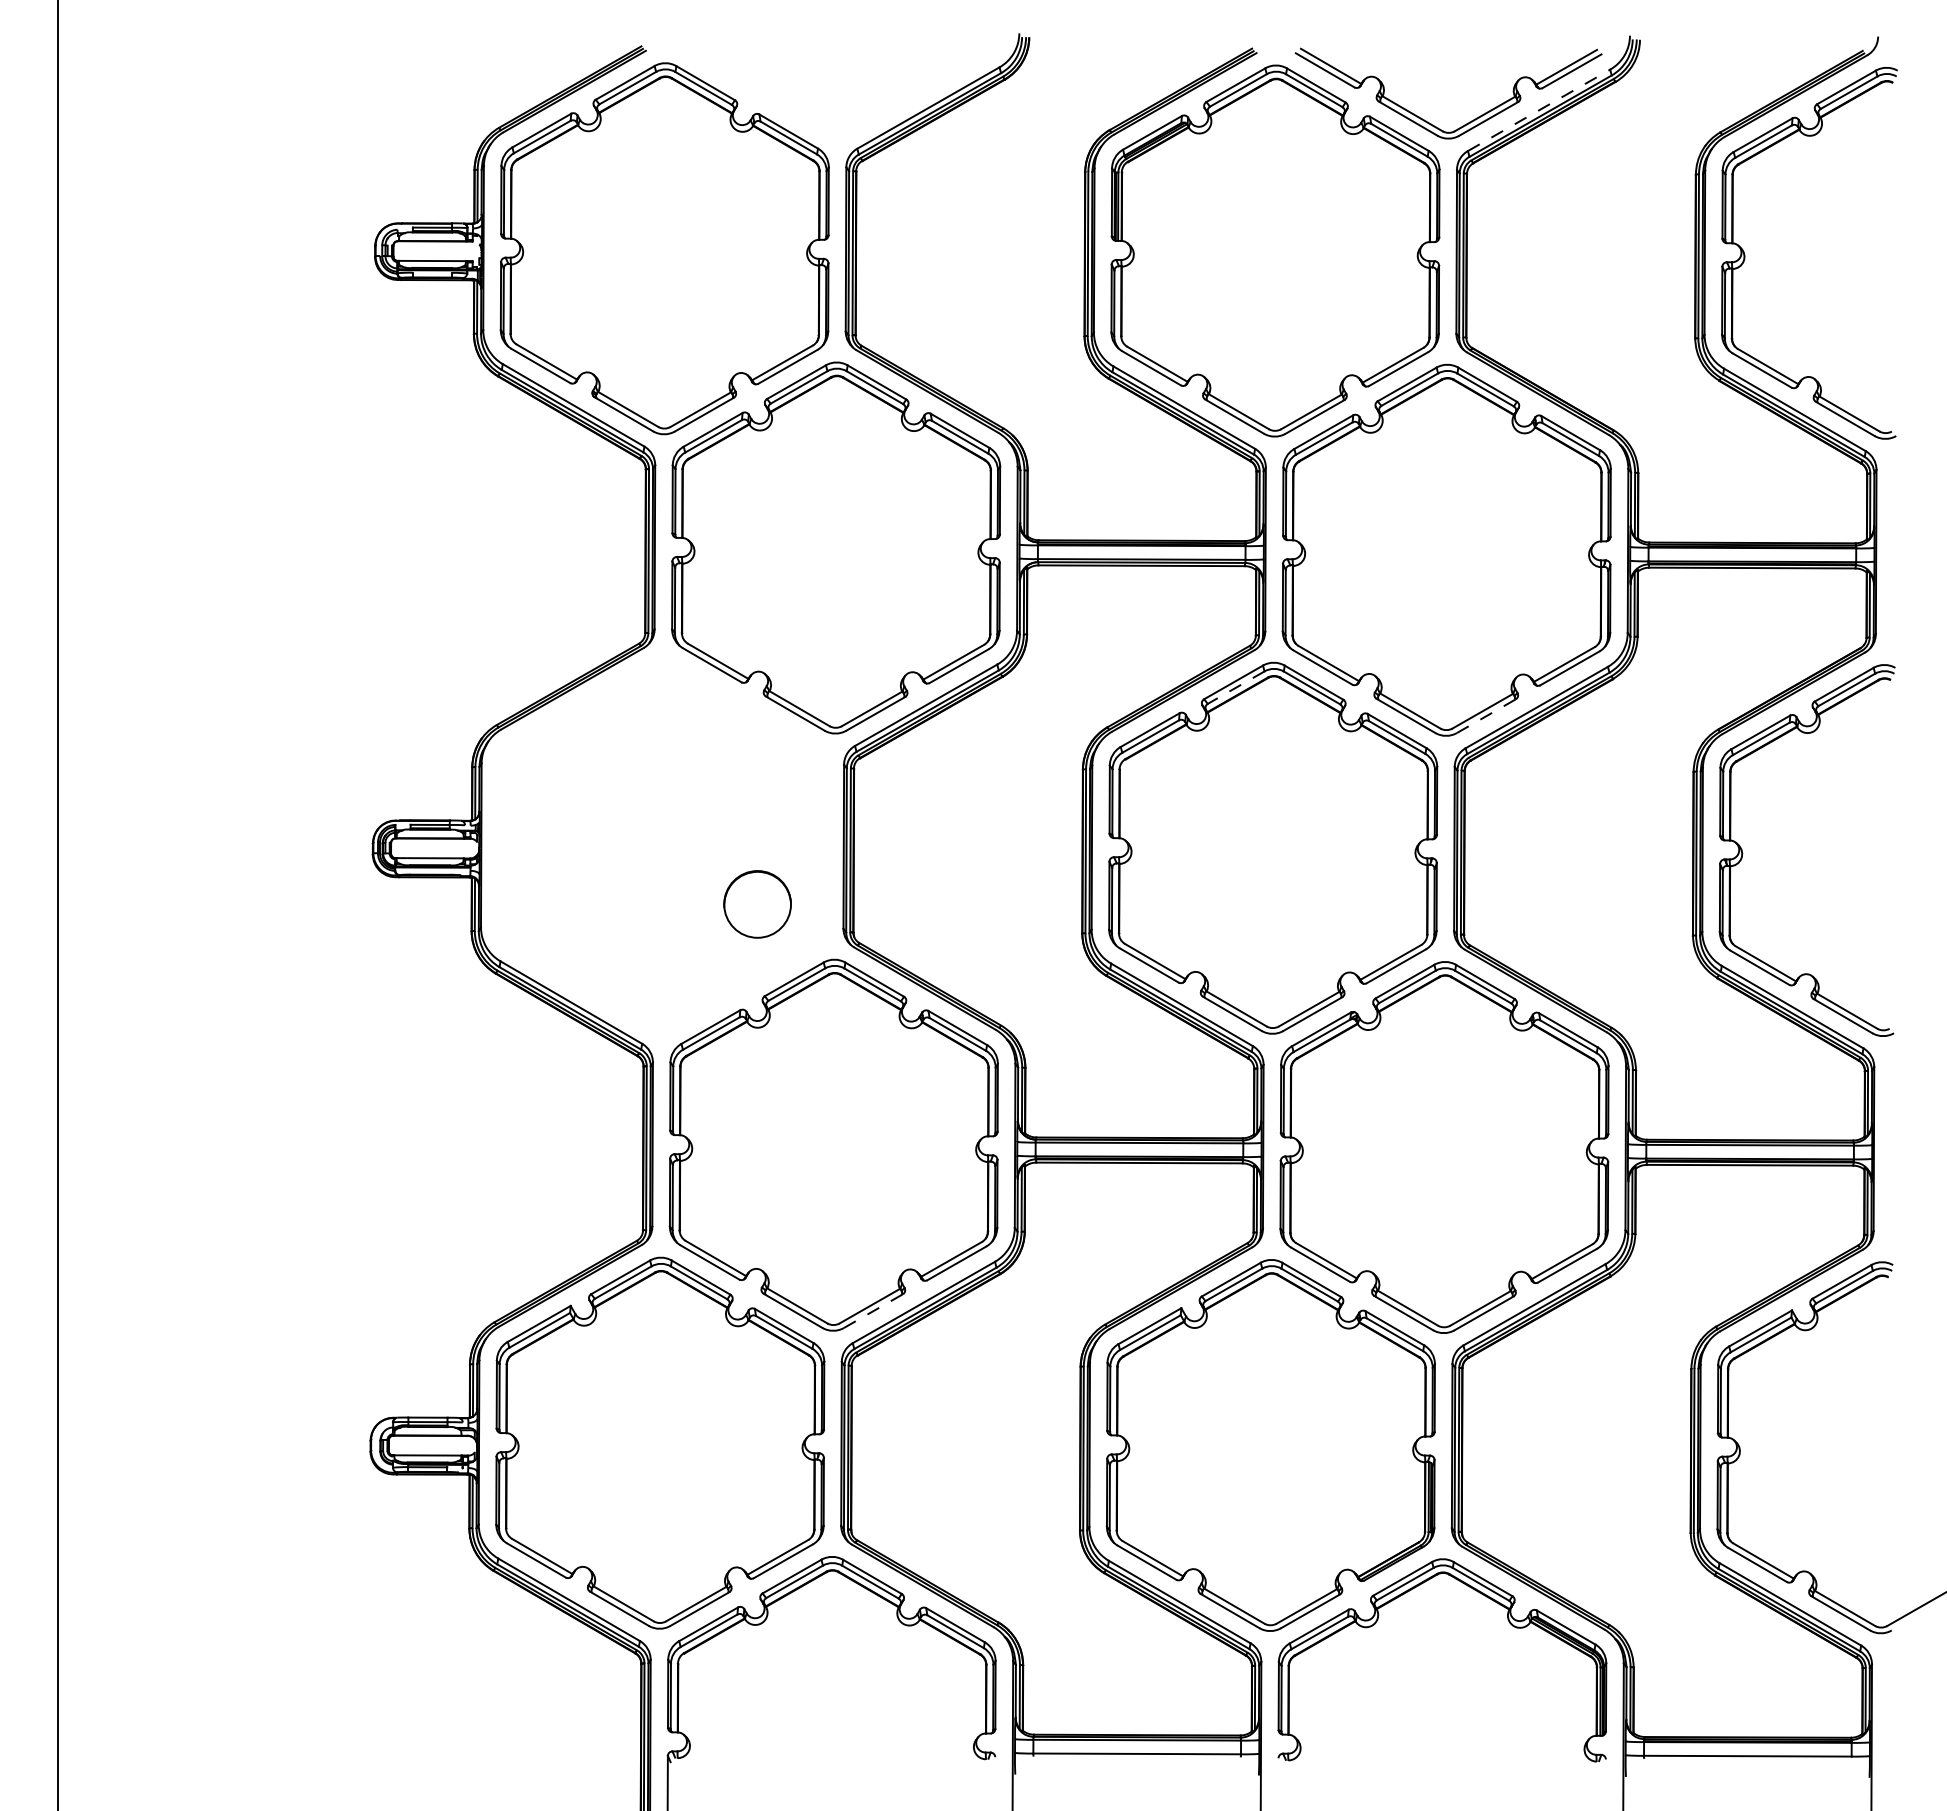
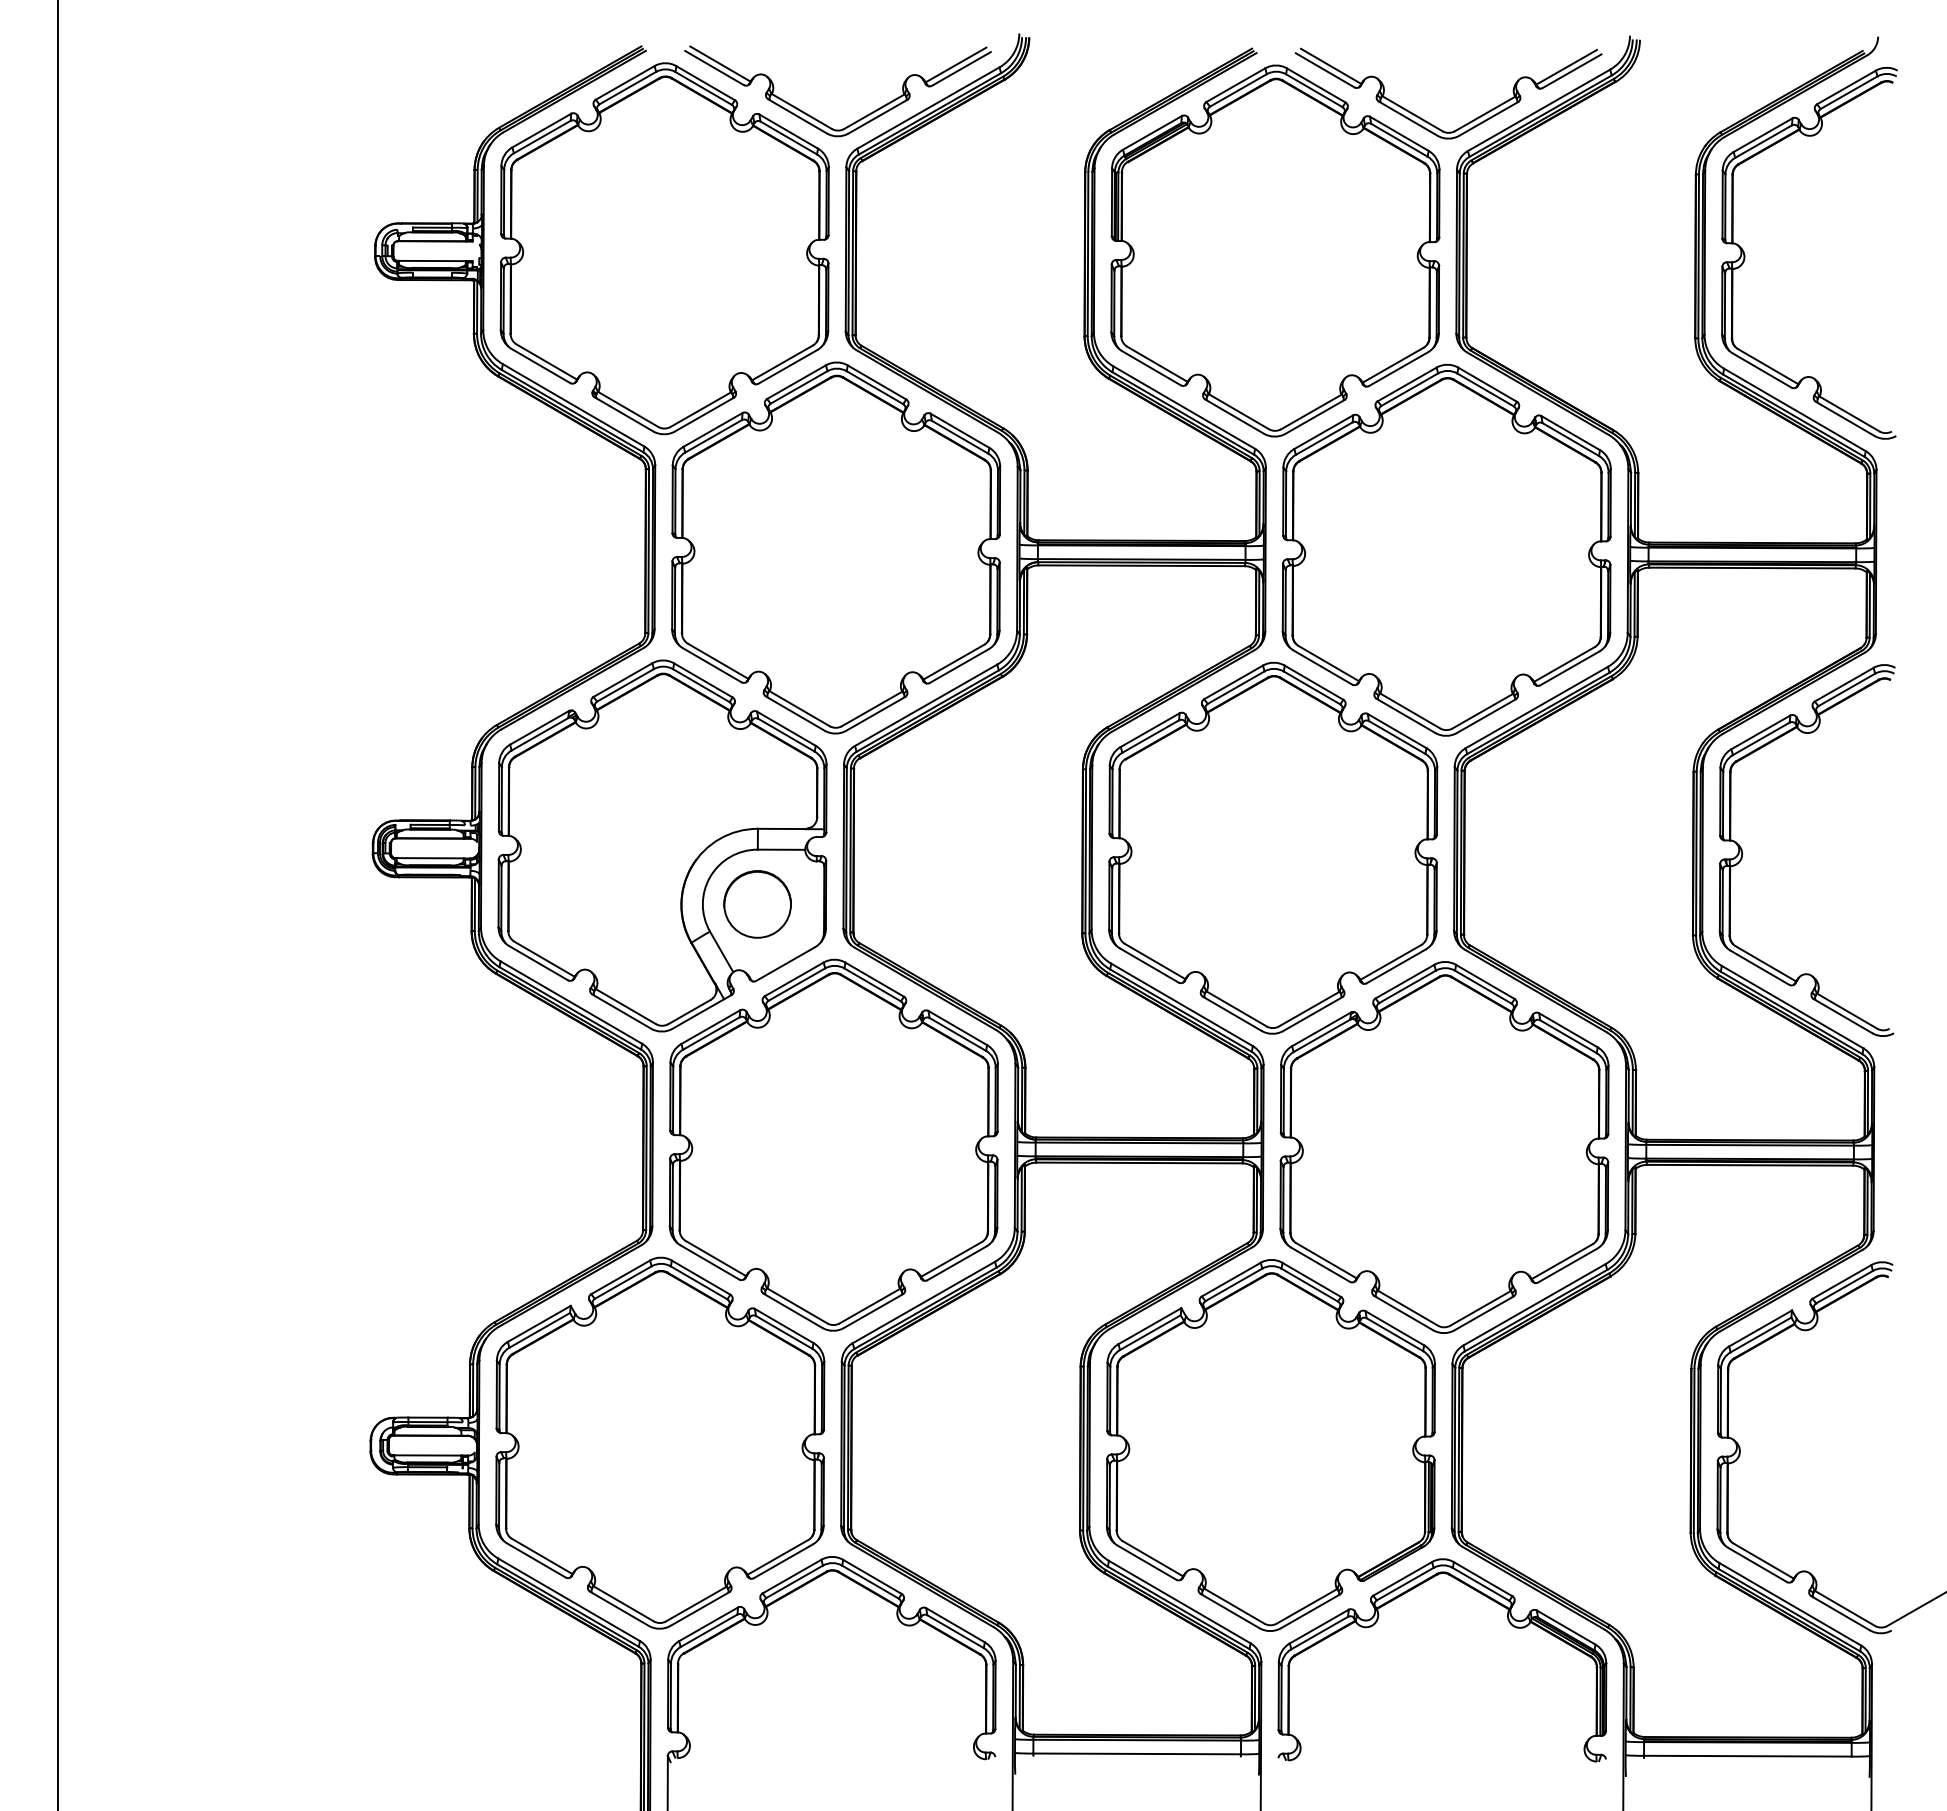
line at (1539, 110): dashed -> solid
part at (821, 121): none -> present
line at (1236, 687): dashed -> solid
line at (1486, 716): dashed -> solid
part at (662, 845): none -> present
line at (873, 1311): dashed -> solid
